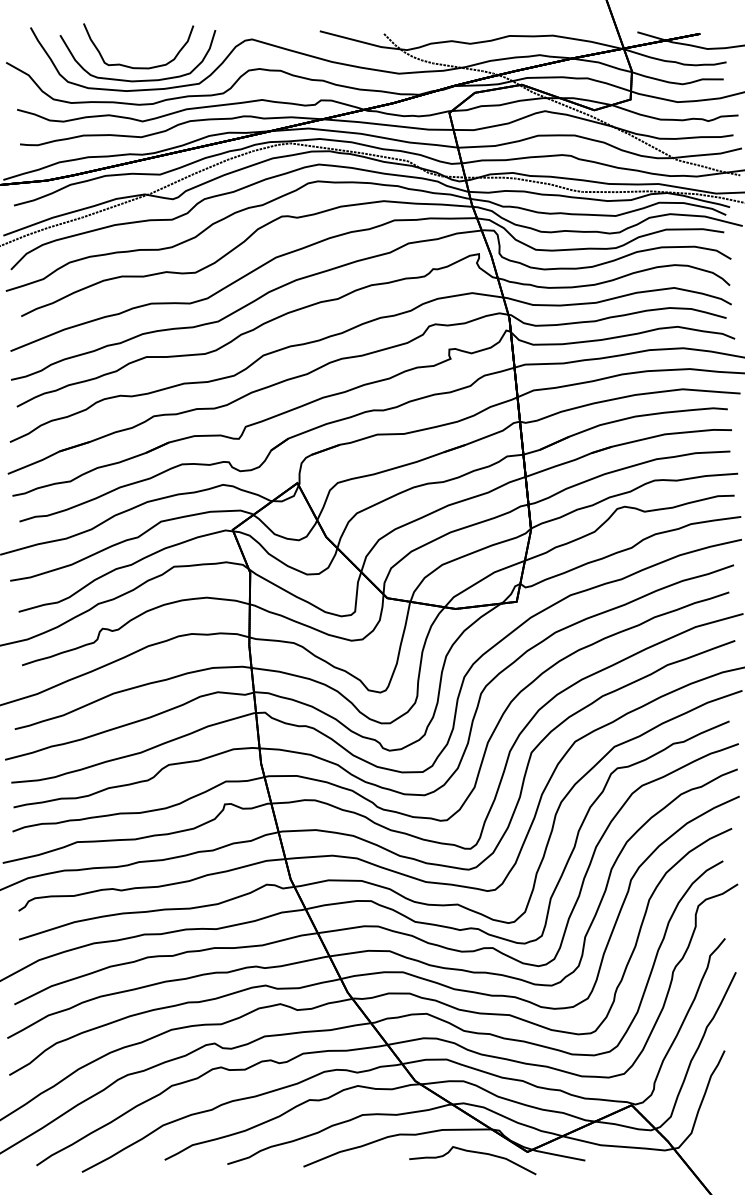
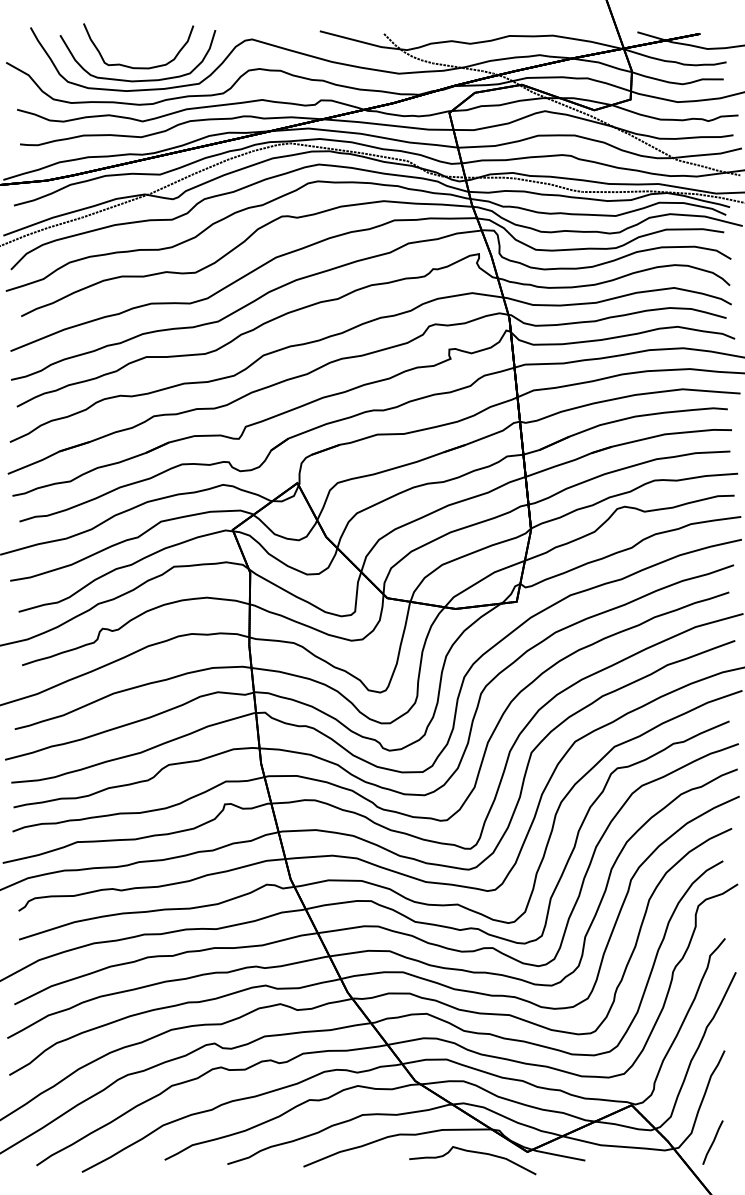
line at (712, 1142): none -> present
